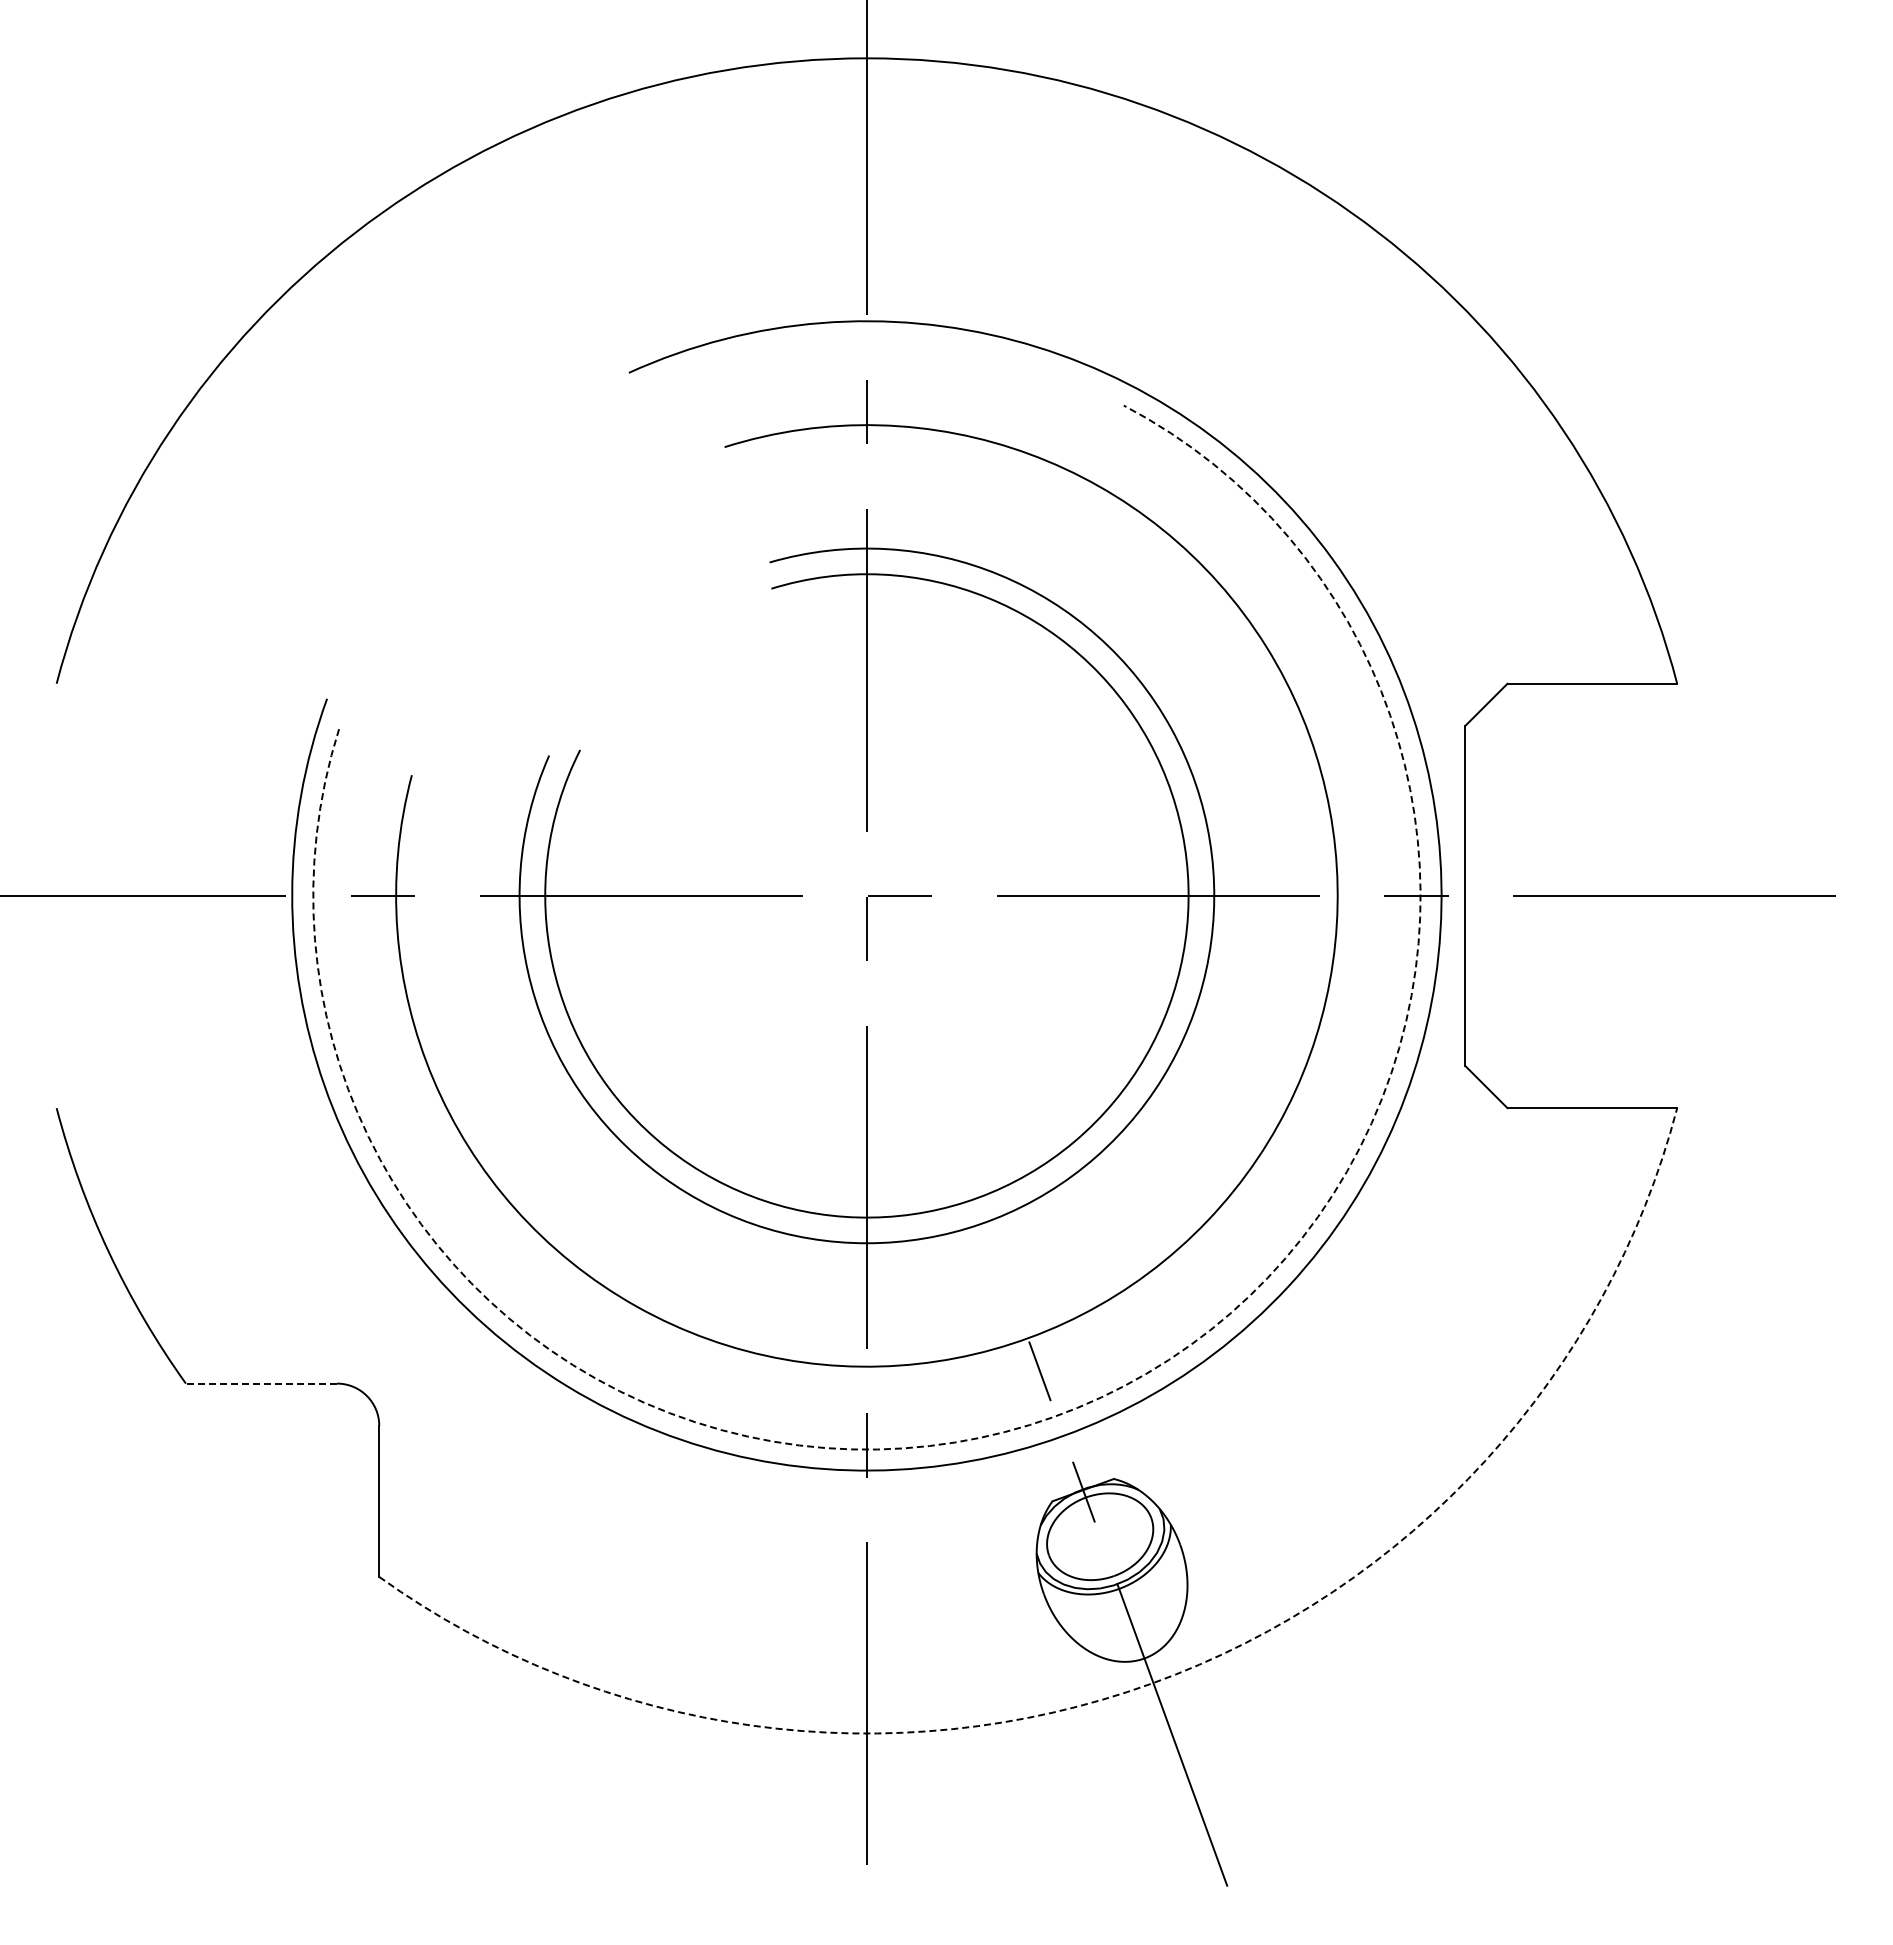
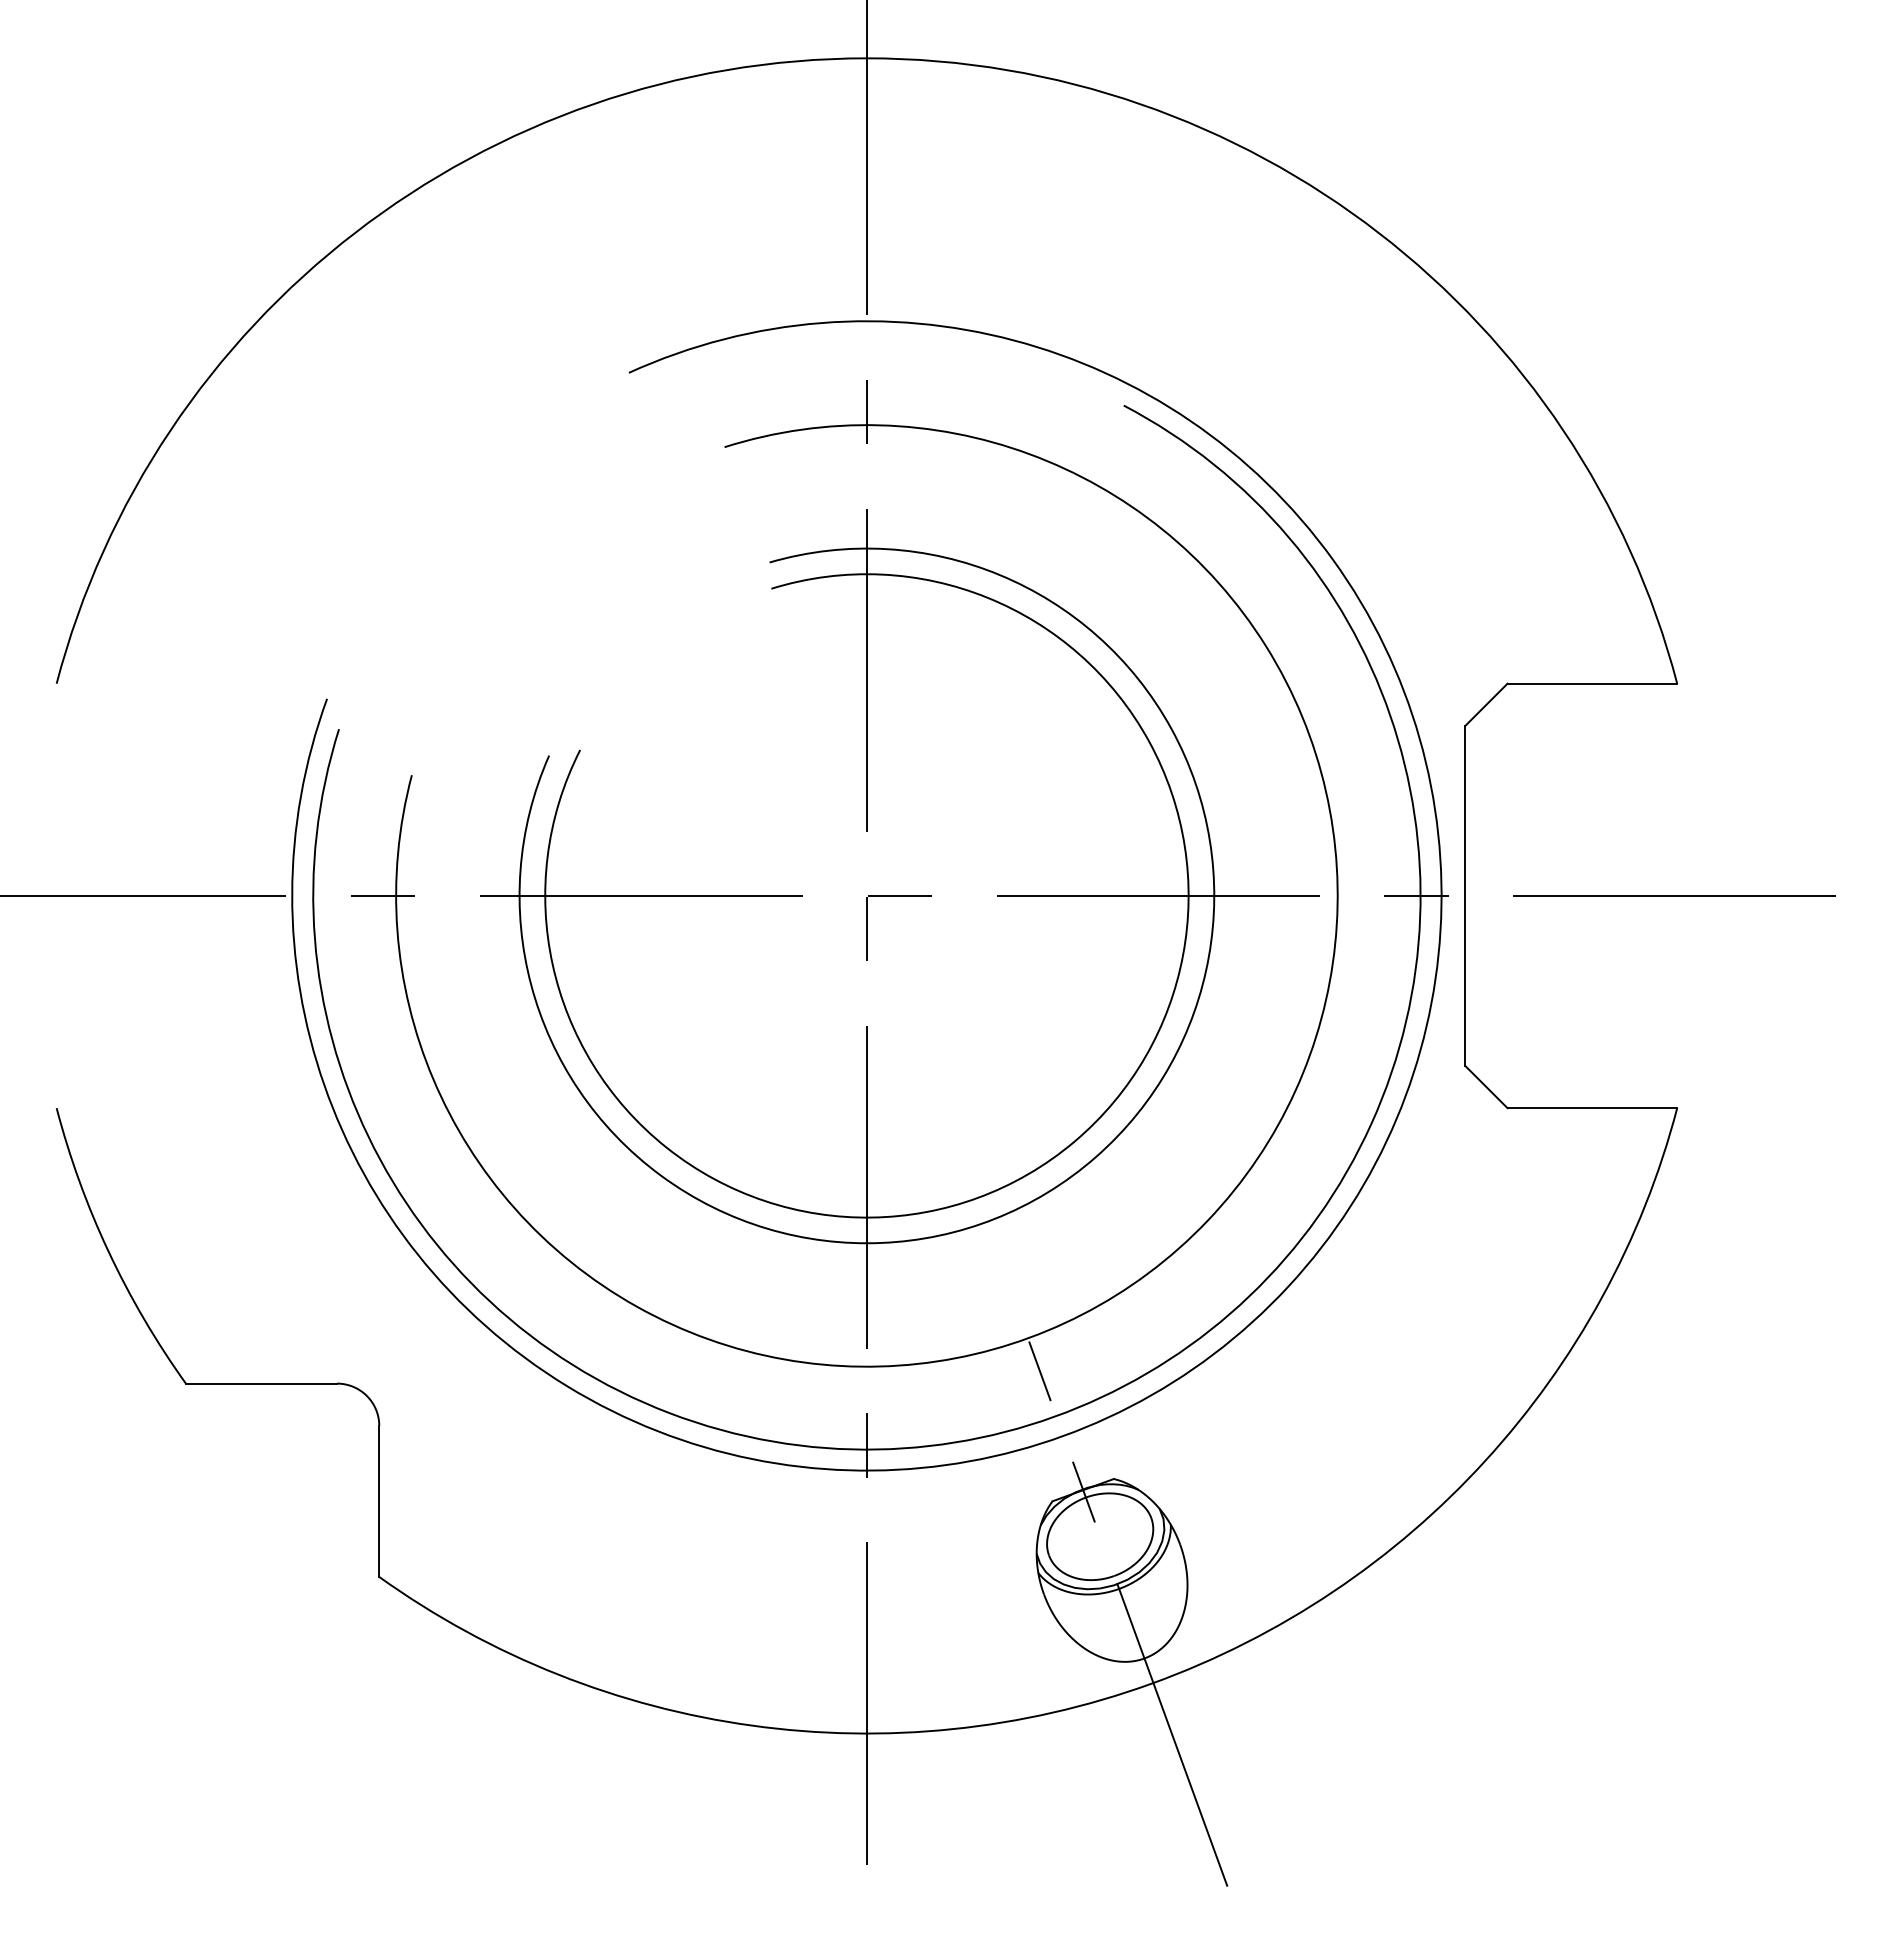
line at (261, 1383): dashed -> solid
arc at (1077, 1407): dashed -> solid
arc at (1151, 1683): dashed -> solid
